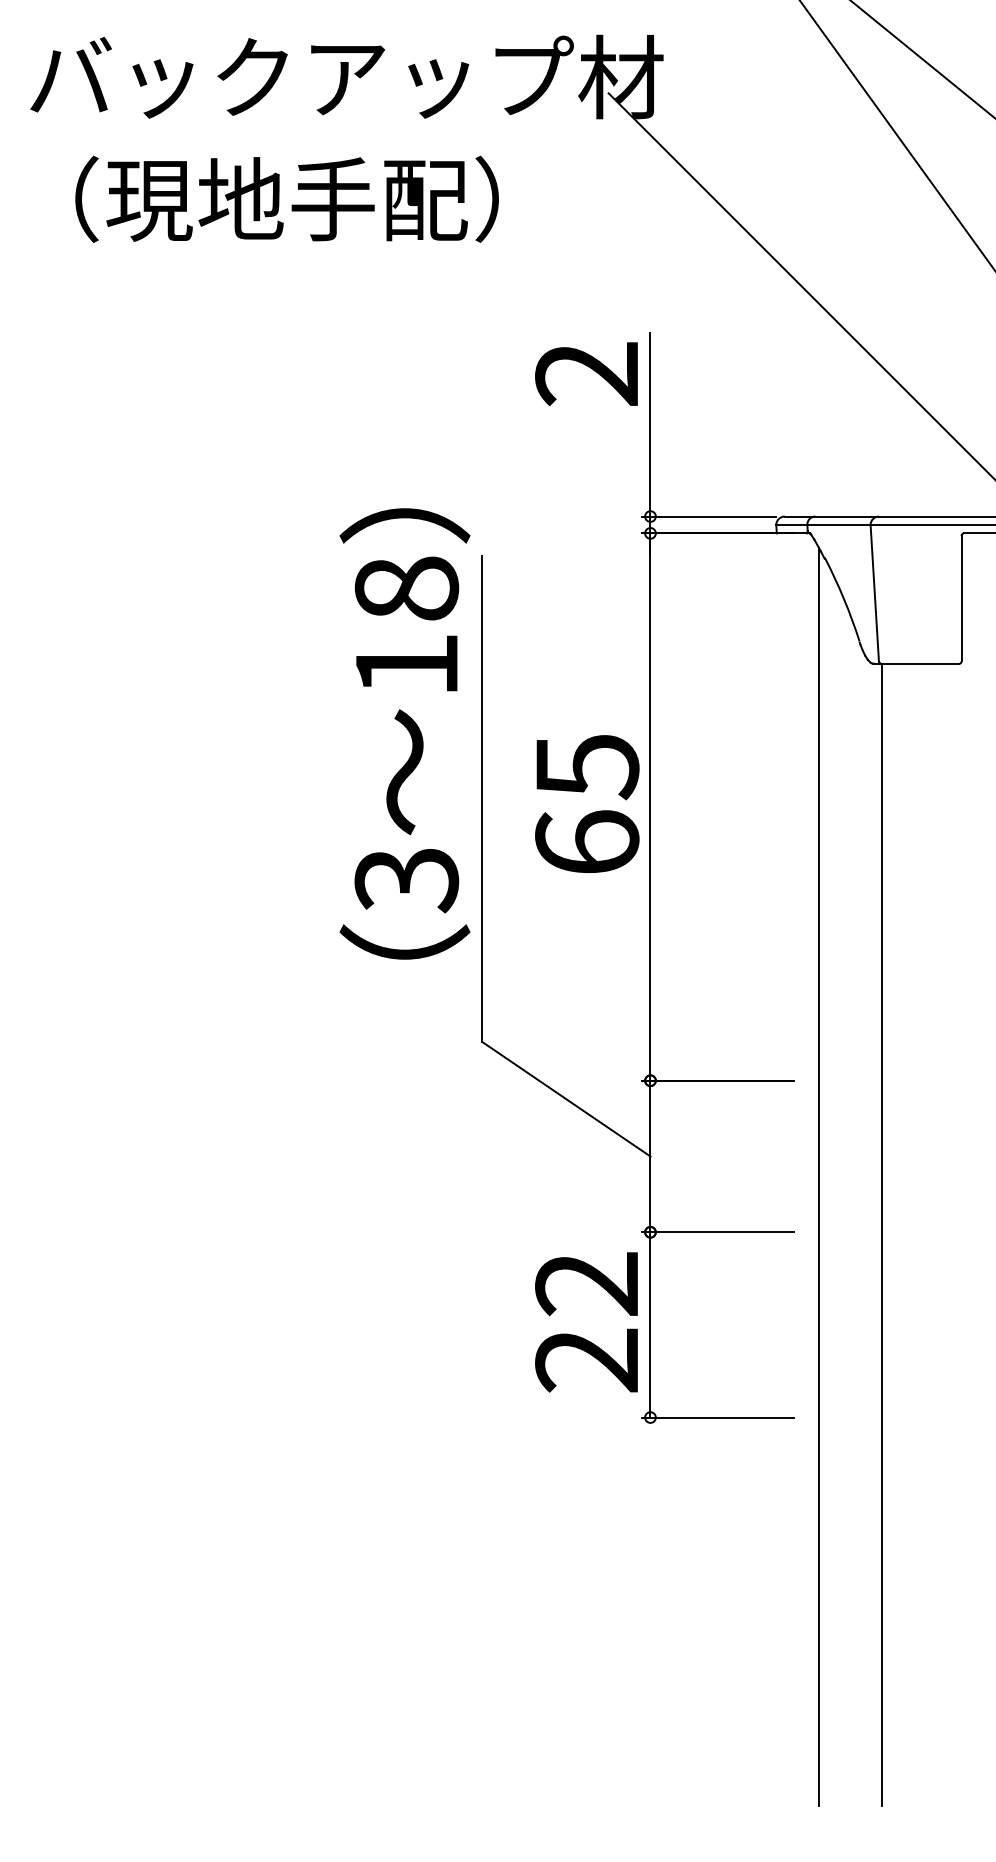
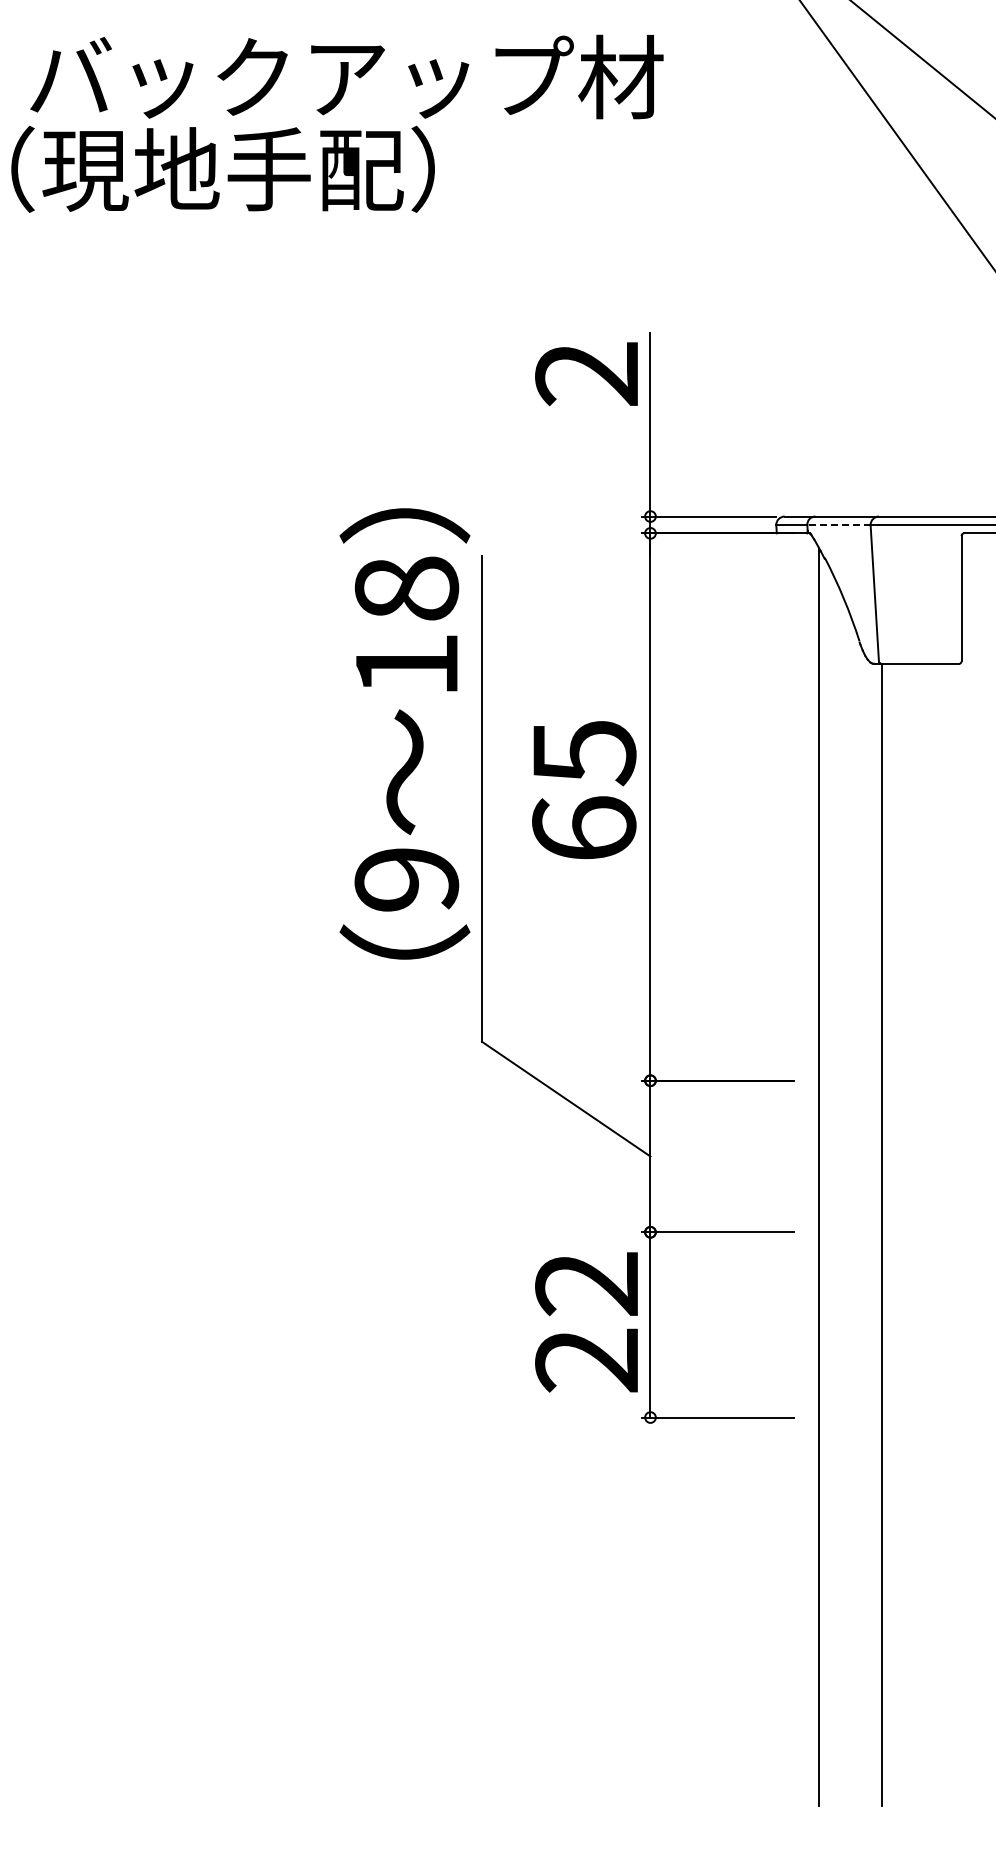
text at (286, 198) position: (286, 198) -> (222, 168)
line at (800, 285): present -> none
line at (838, 524): solid -> dashed
text at (587, 803) position: (587, 803) -> (584, 789)
text at (406, 880): 3 -> 9
